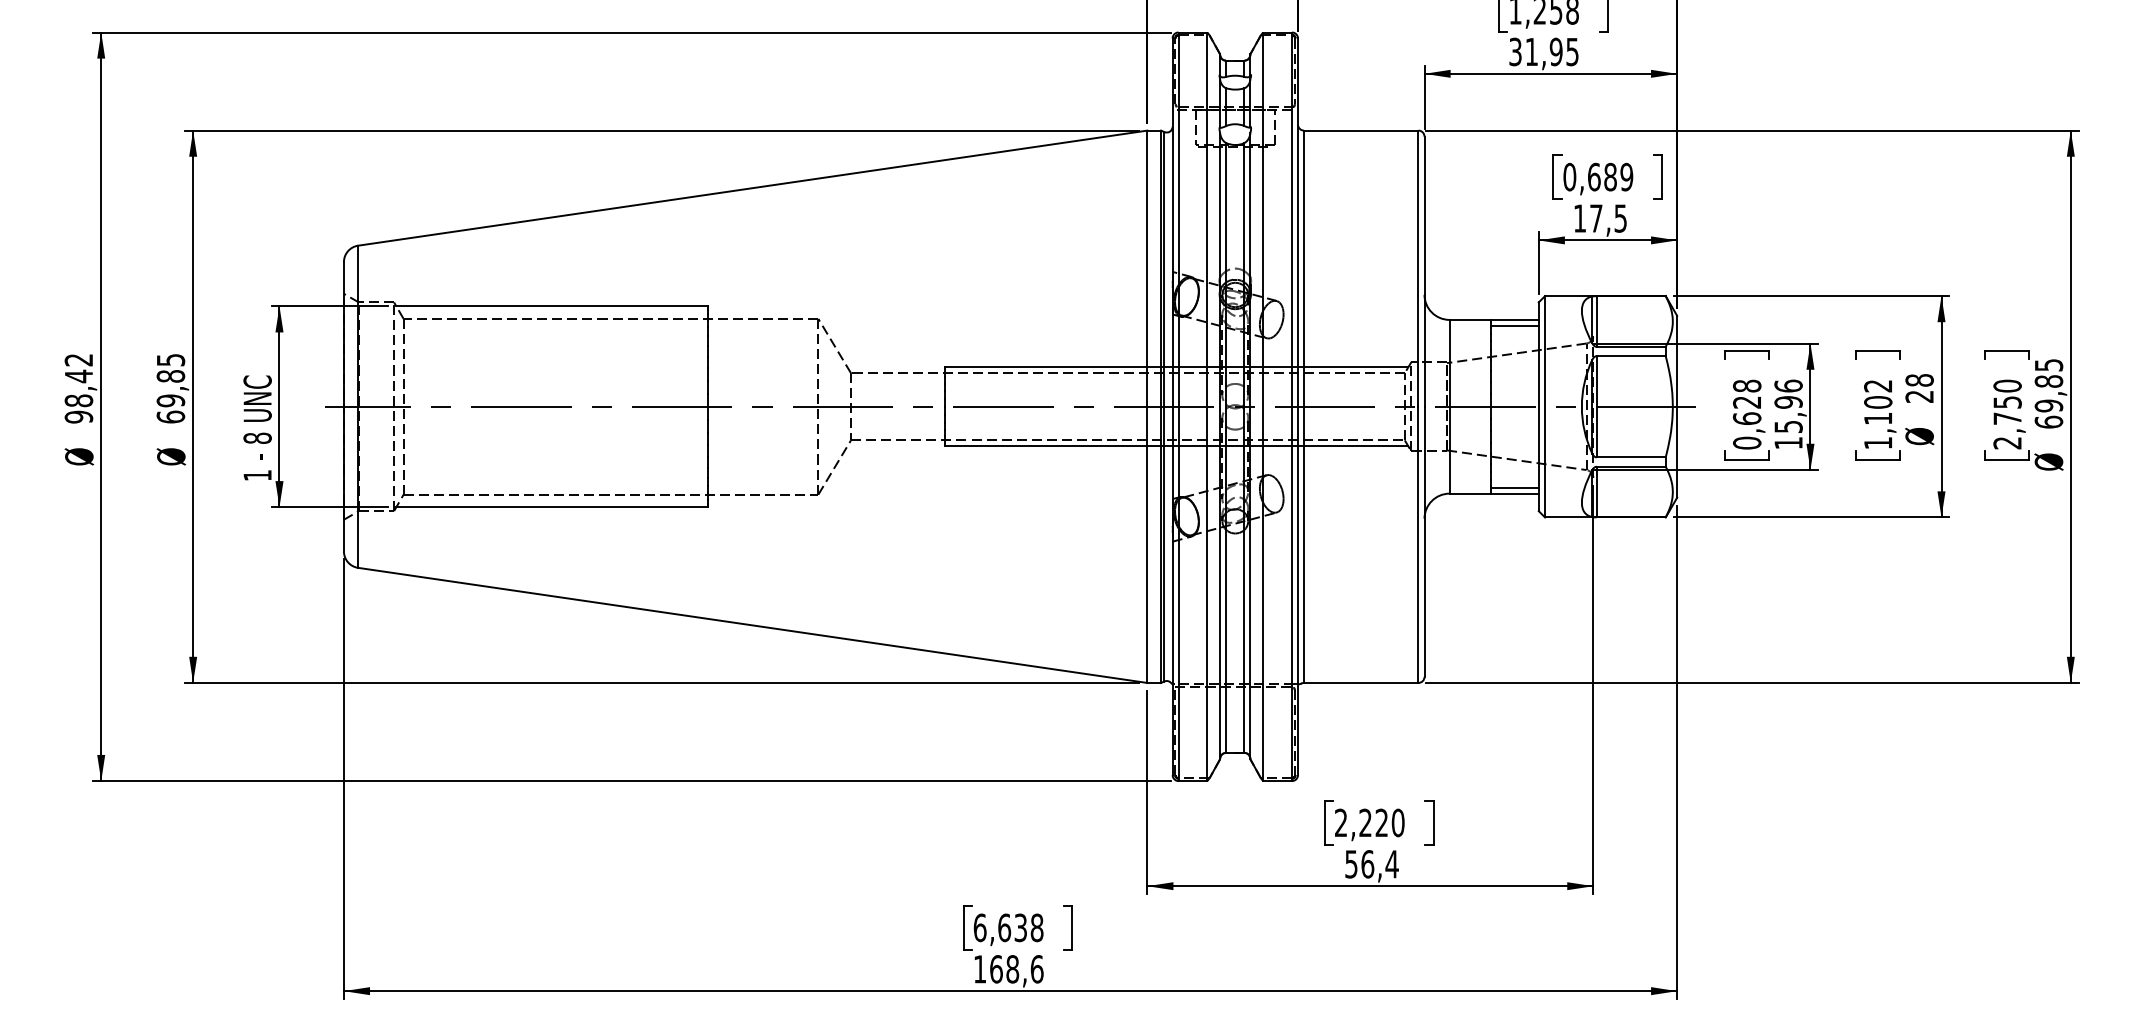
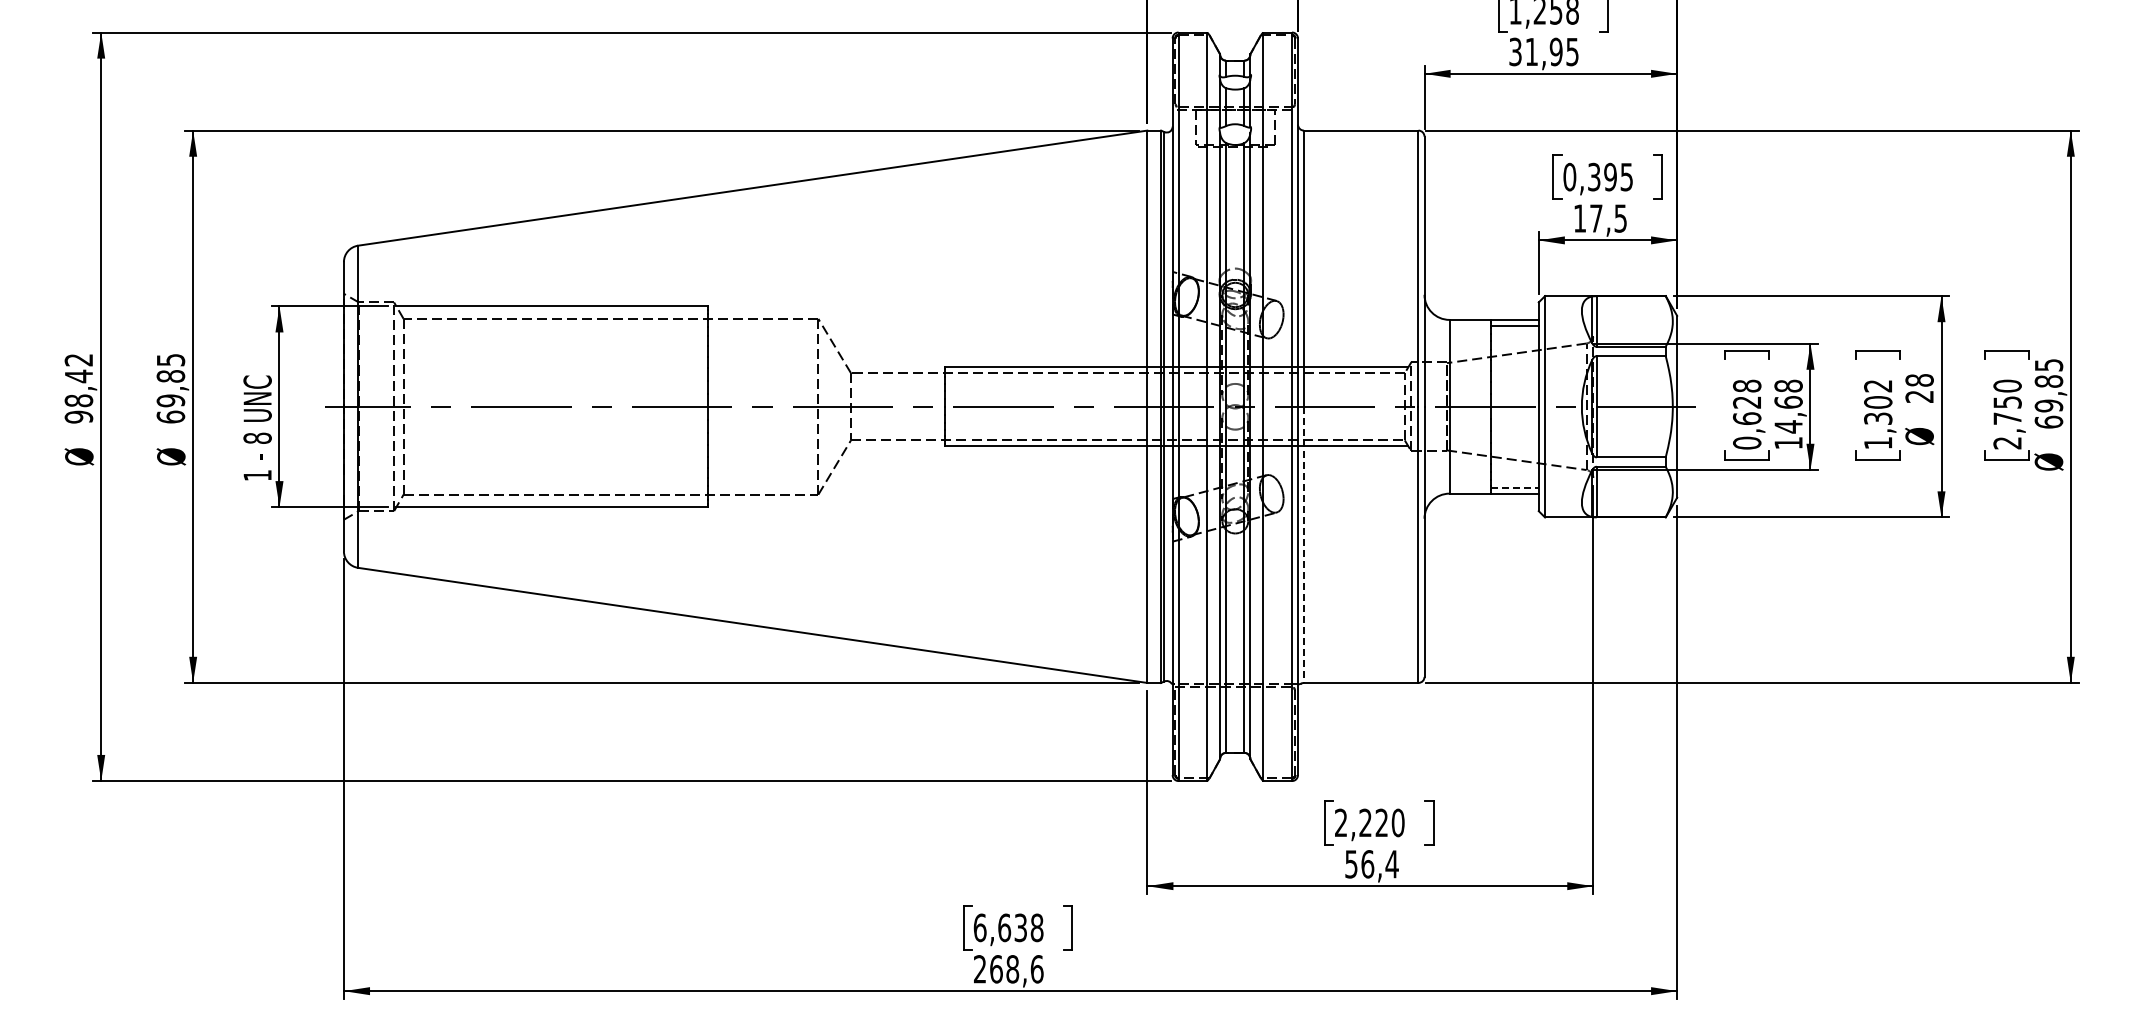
text at (1610, 176): 0,689 -> 0,395
text at (1788, 406): 15,96 -> 14,68
text at (1878, 418): 1,102 -> 1,302
line at (1515, 487): solid -> dashed
line at (1304, 545): solid -> dashed
text at (979, 969): 168,6 -> 268,6
